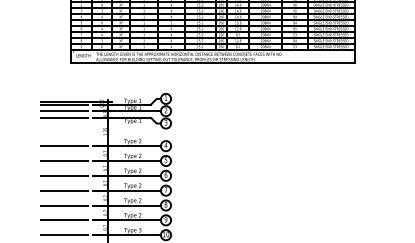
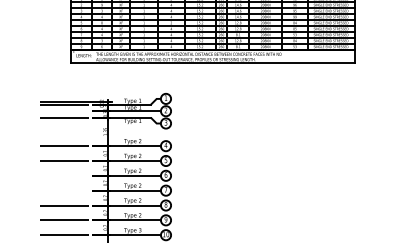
line at (63, 111): present -> none
line at (63, 175): present -> none
line at (63, 190): present -> none
